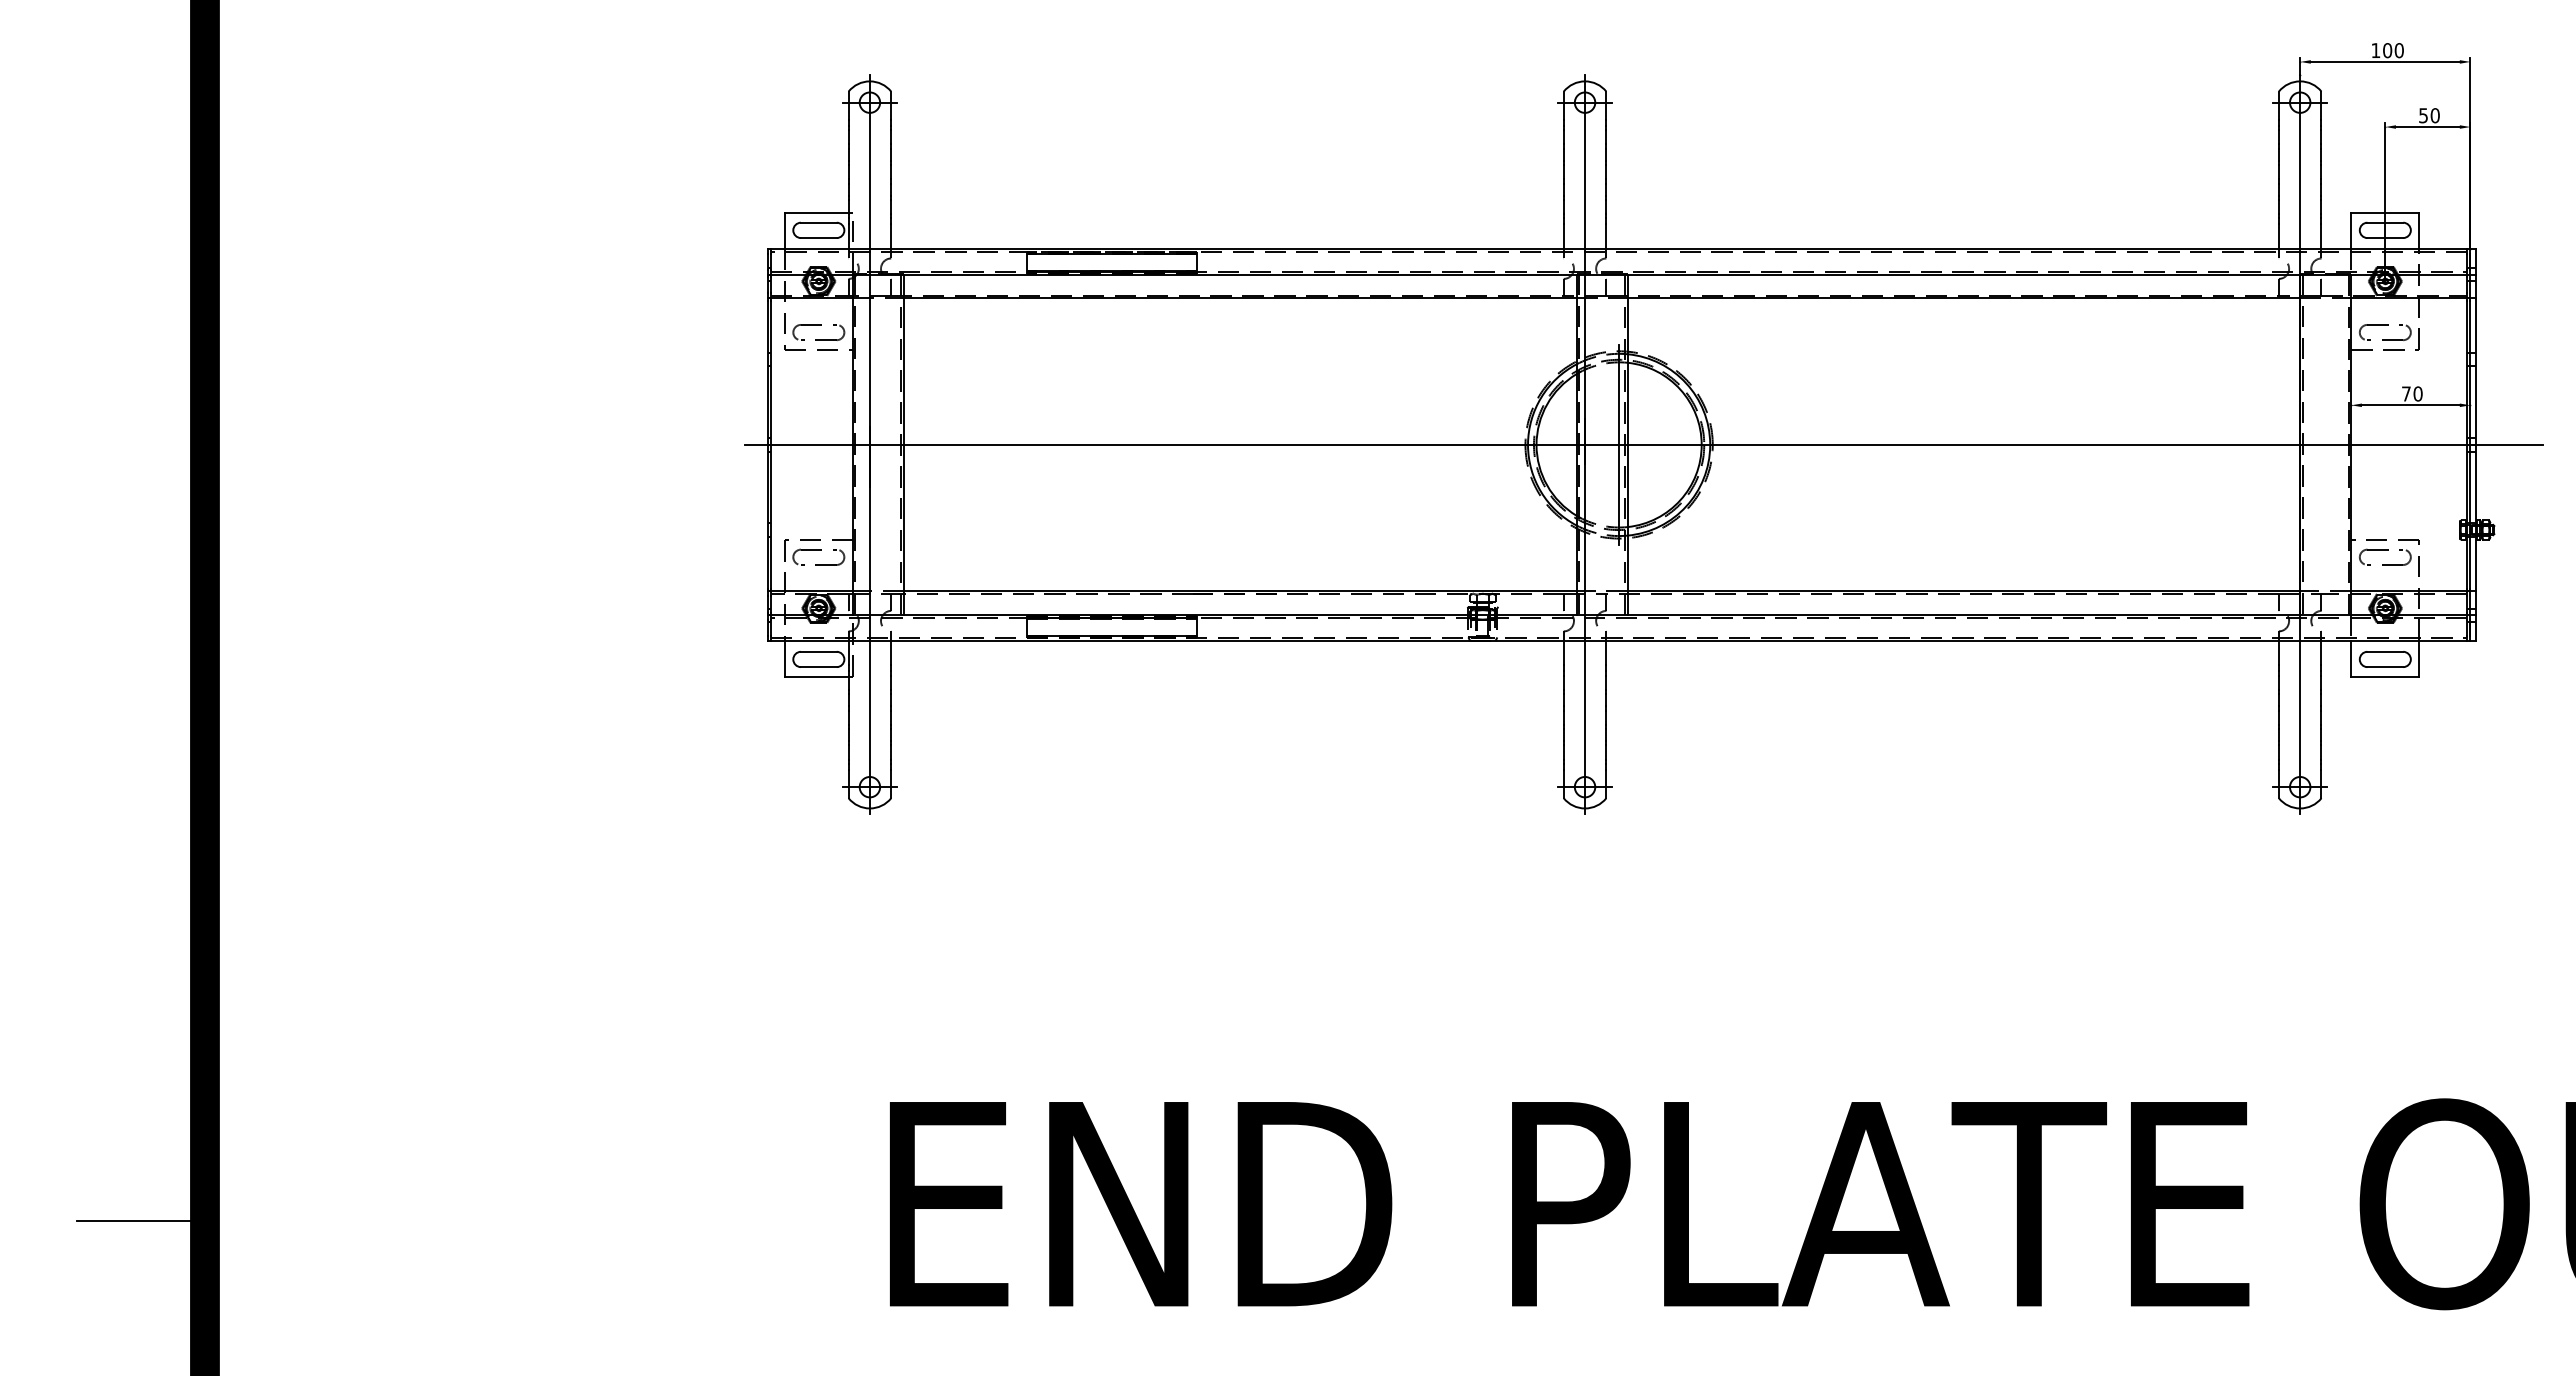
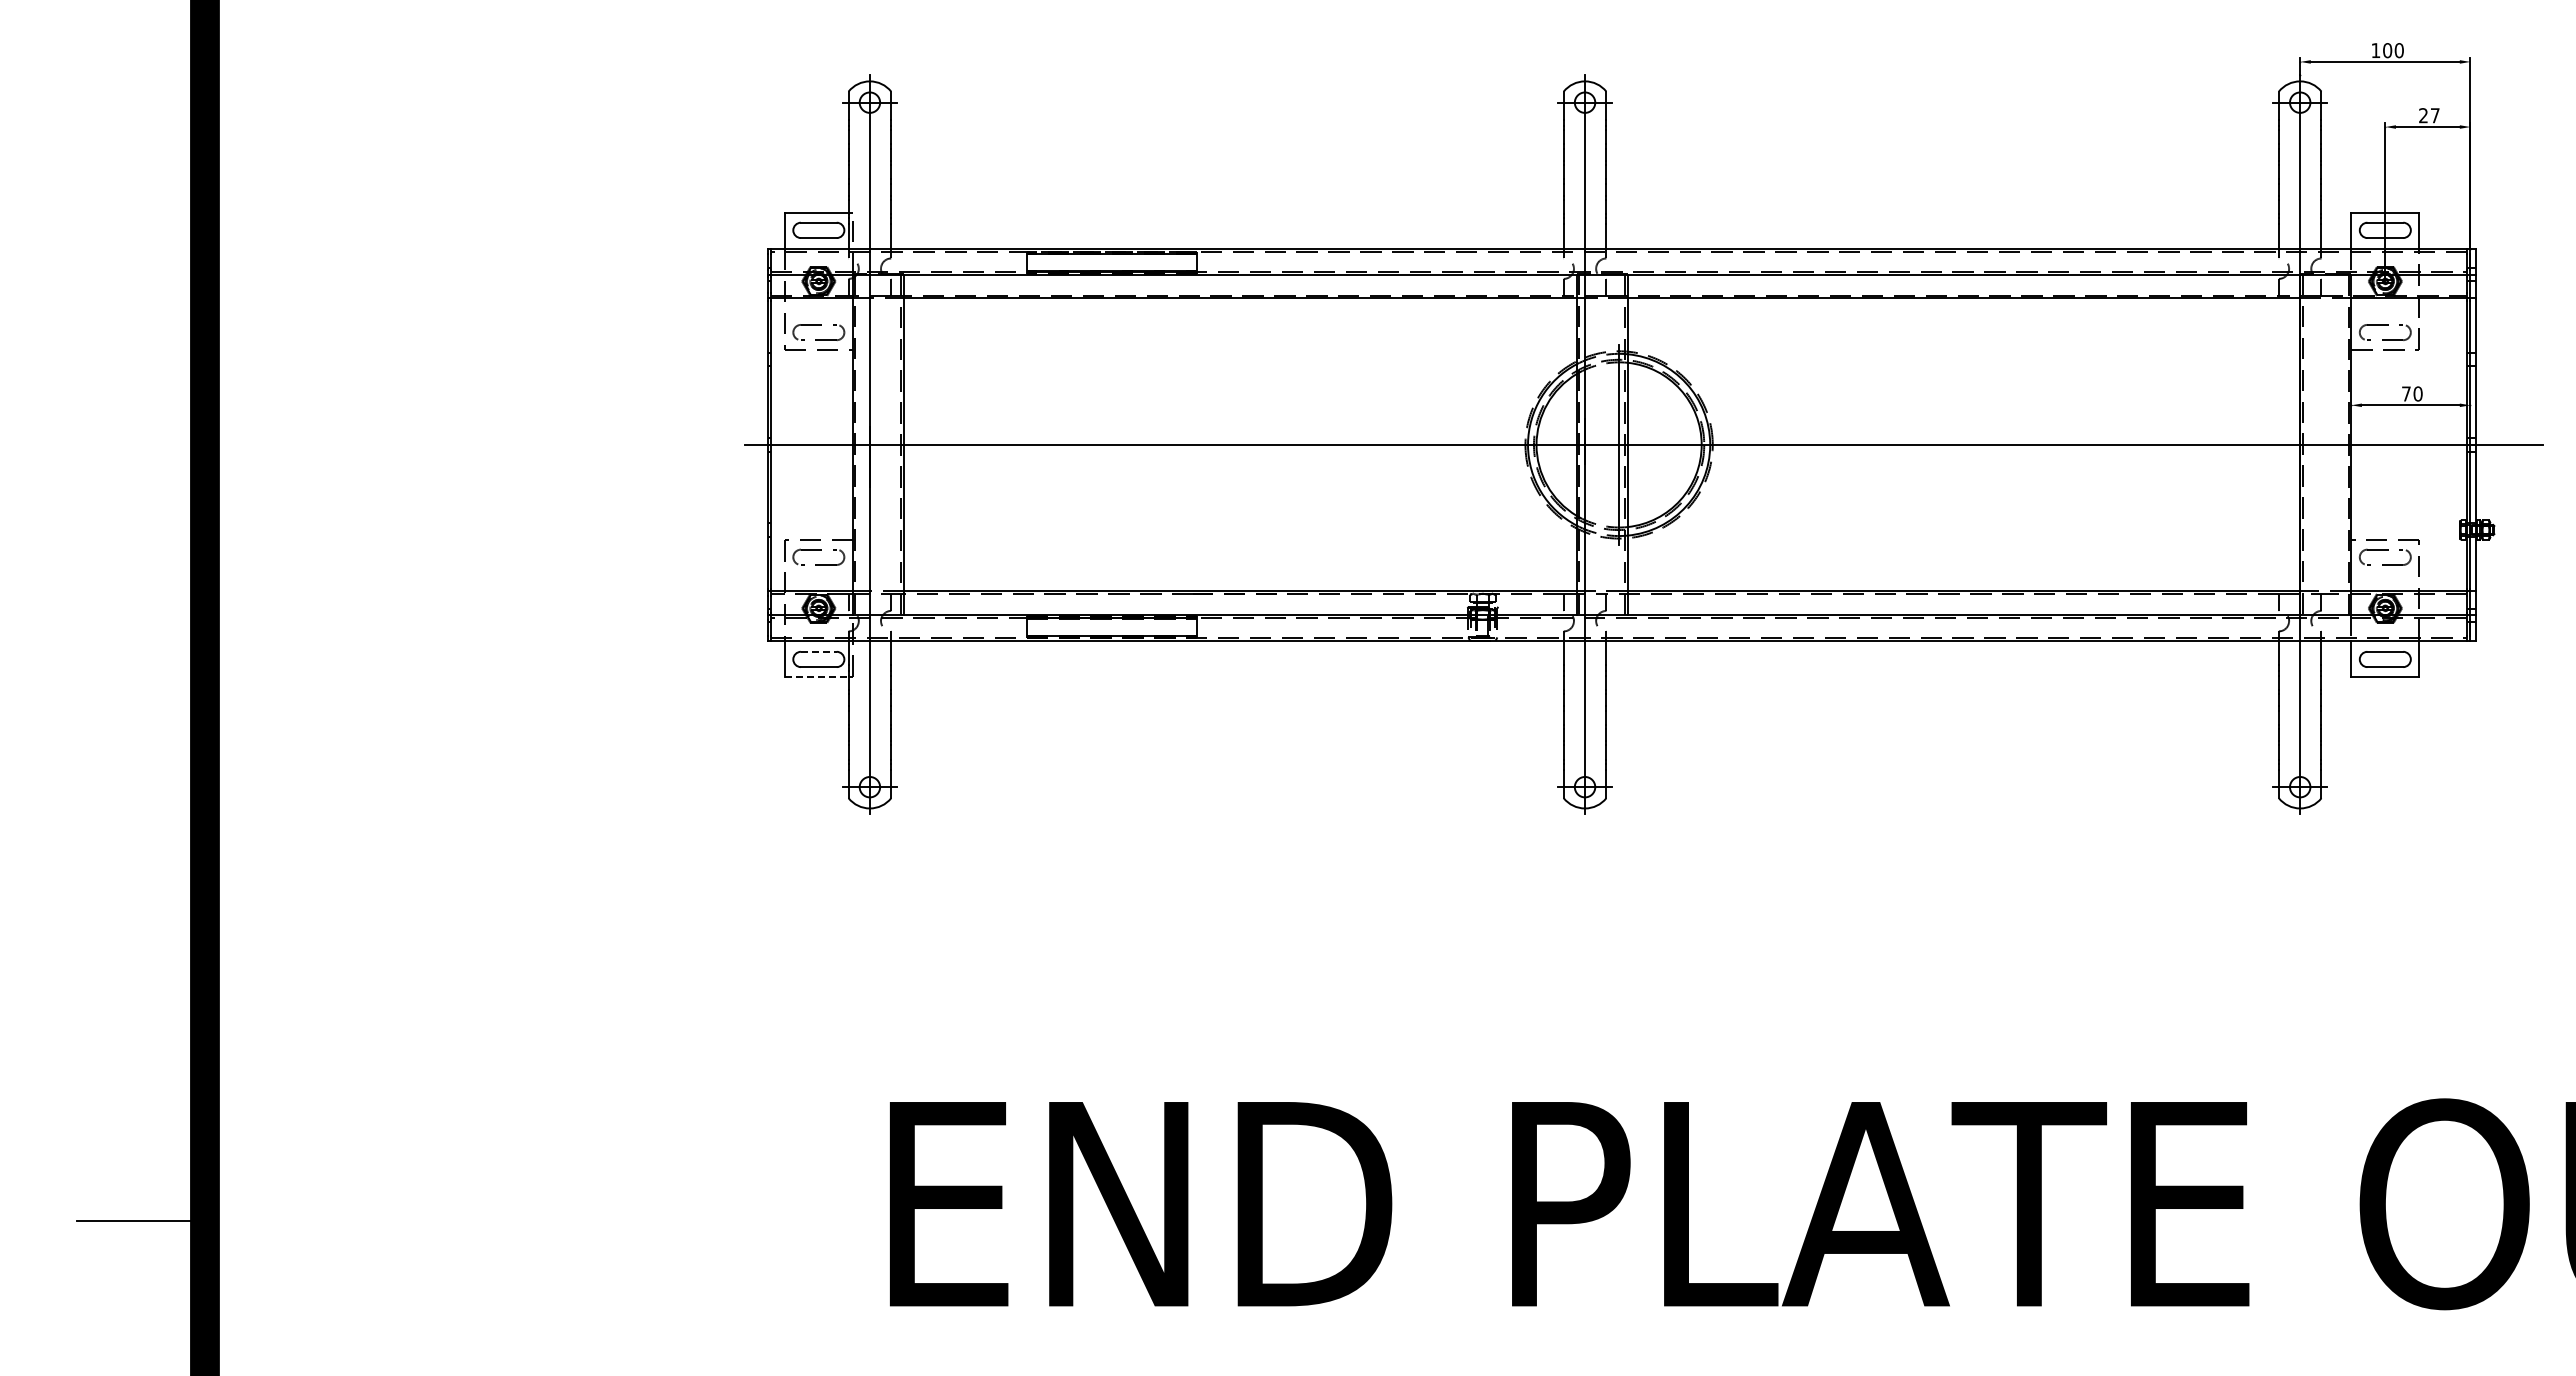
text at (2429, 115): 50 -> 27
line at (818, 651): solid -> dashed
line at (816, 676): solid -> dashed
